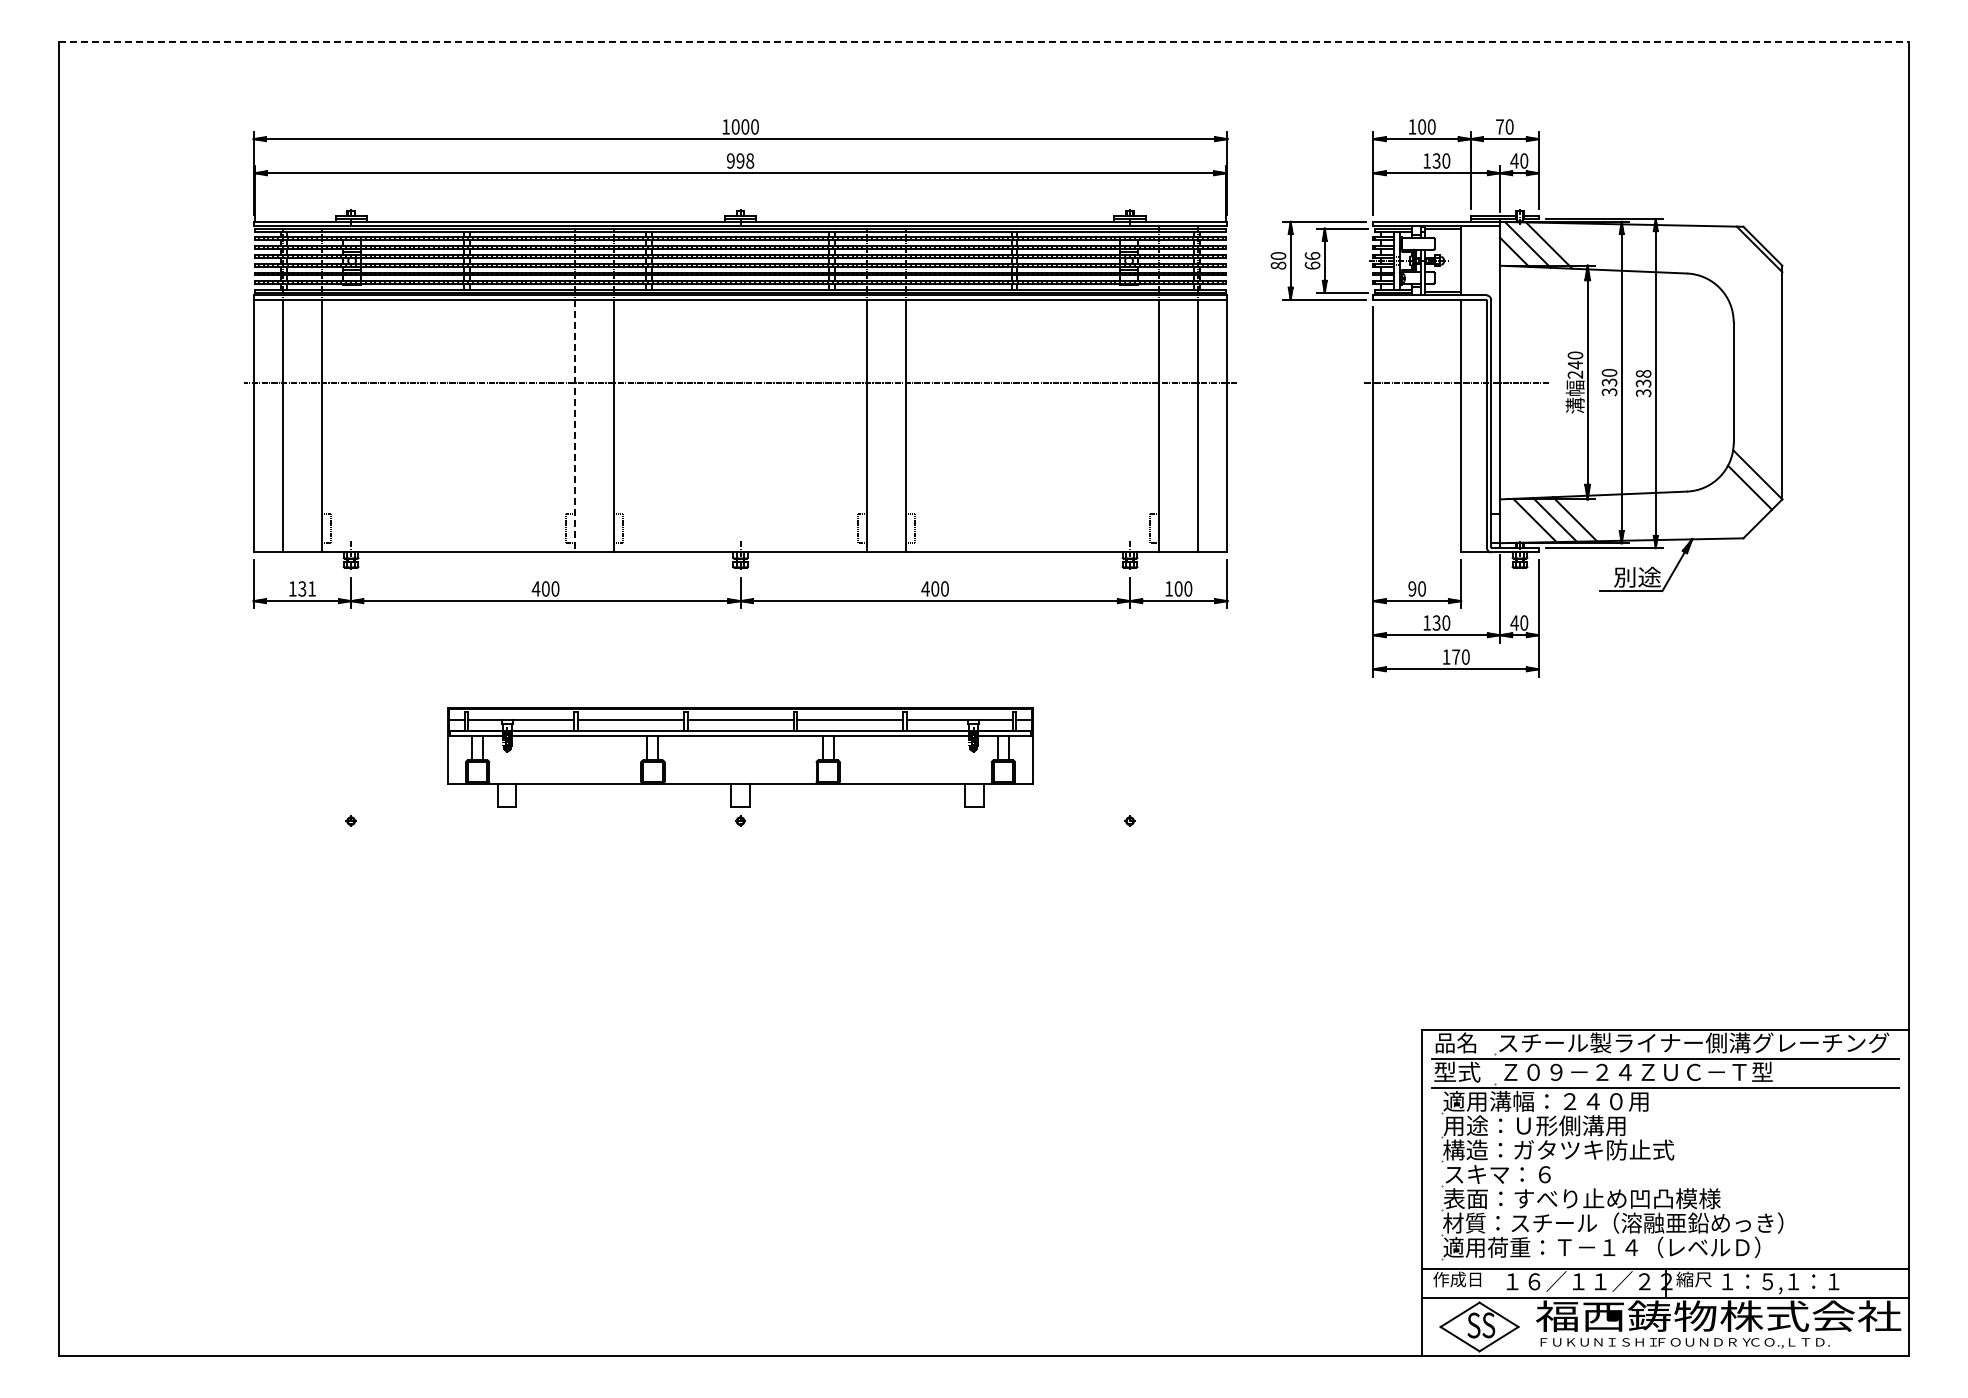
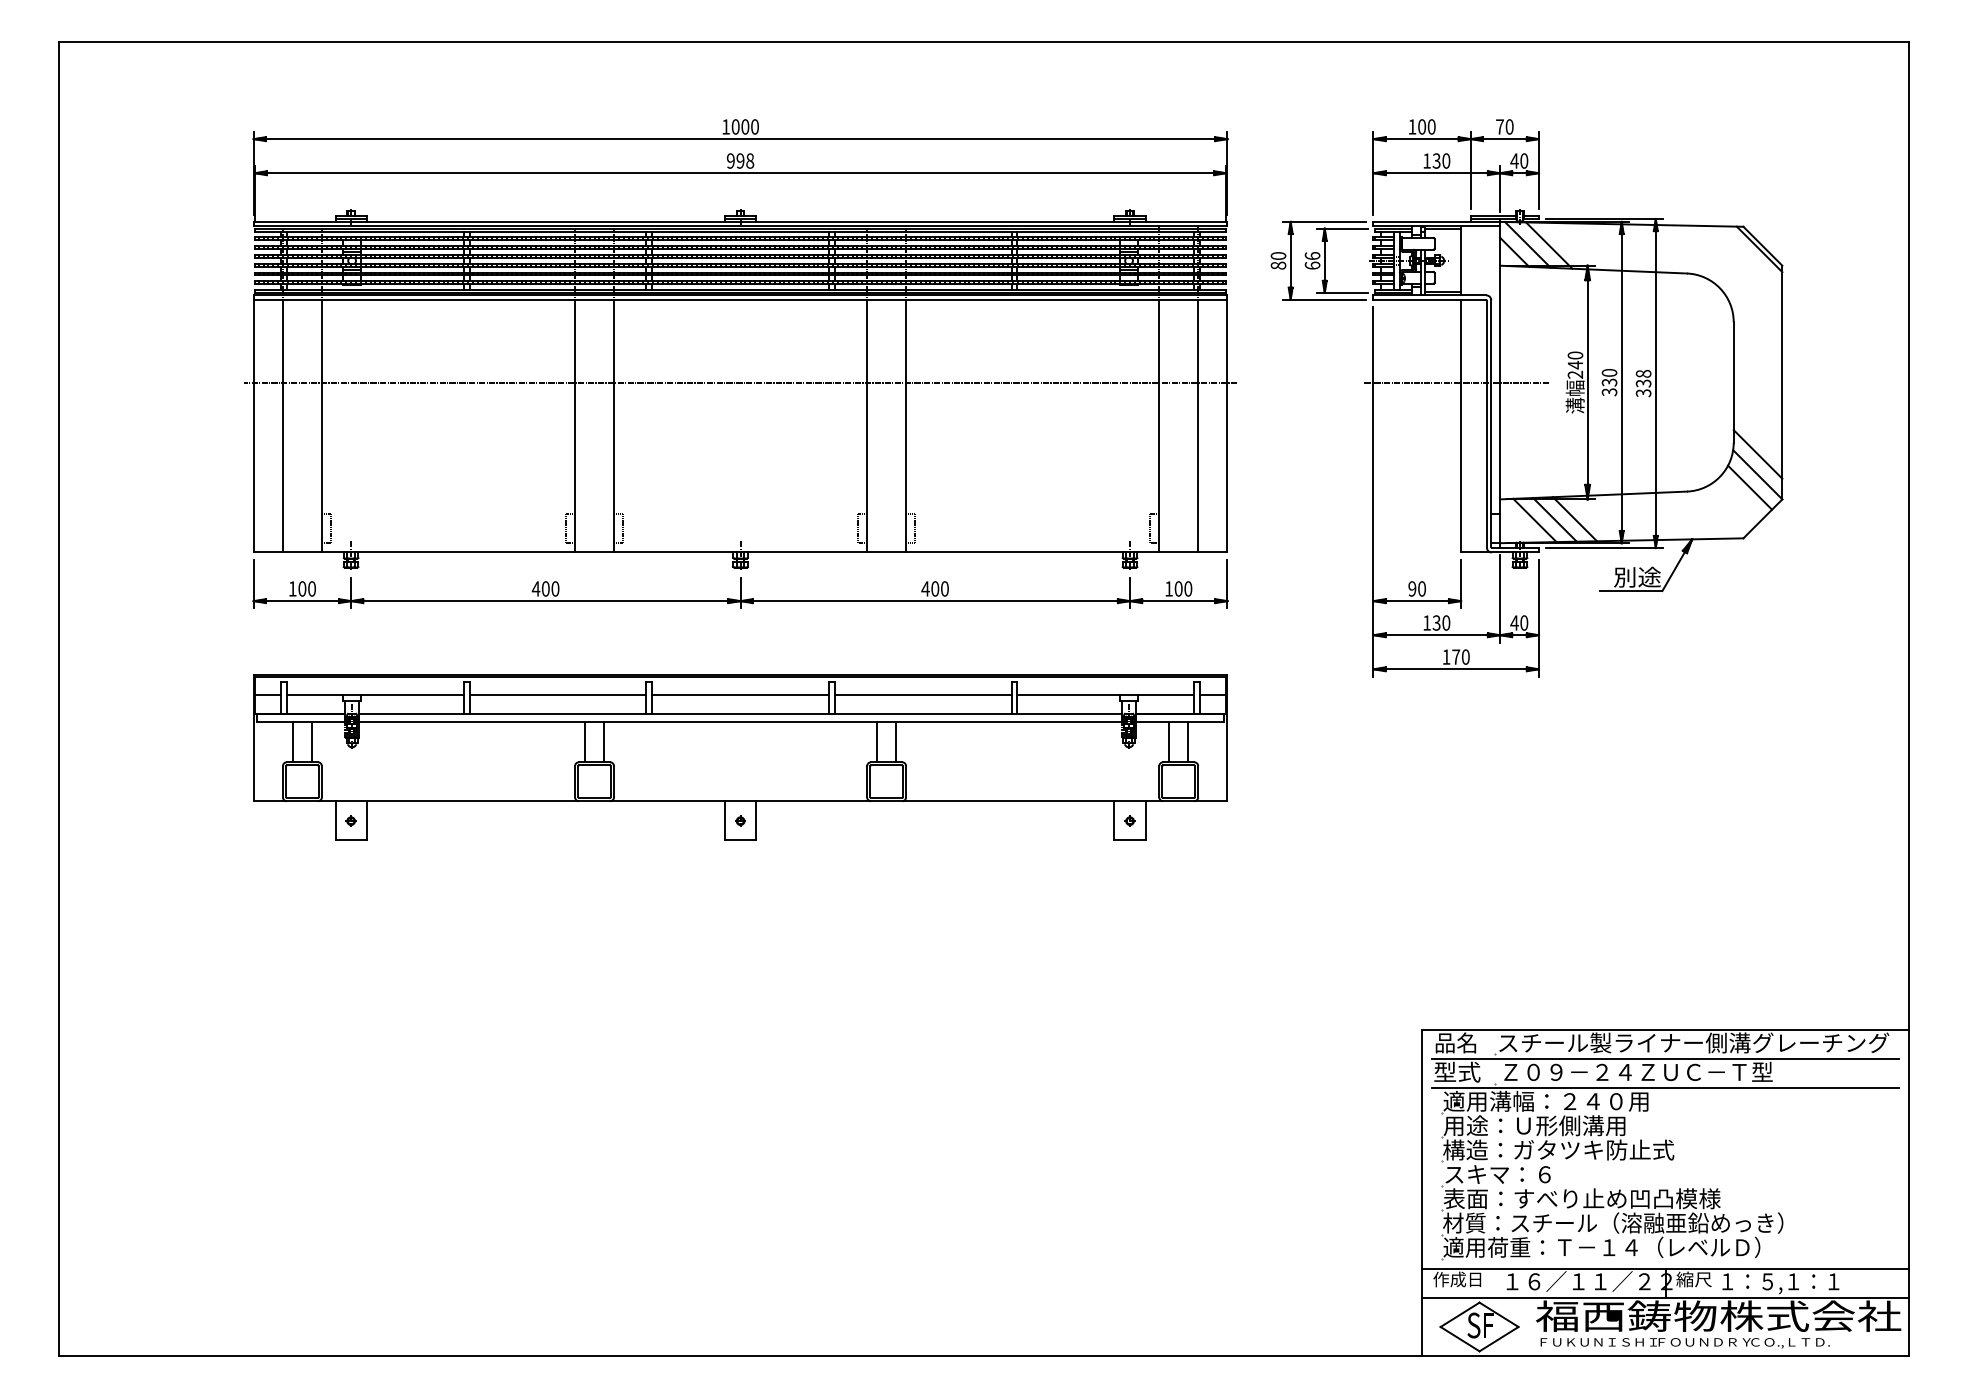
line at (984, 41): dashed -> solid
line at (575, 426): dashed -> solid
line at (1757, 454): none -> present
text at (306, 588): 131 -> 100
part at (740, 757) size: 587x101 px -> 975x167 px
text at (1488, 1325): S -> F
